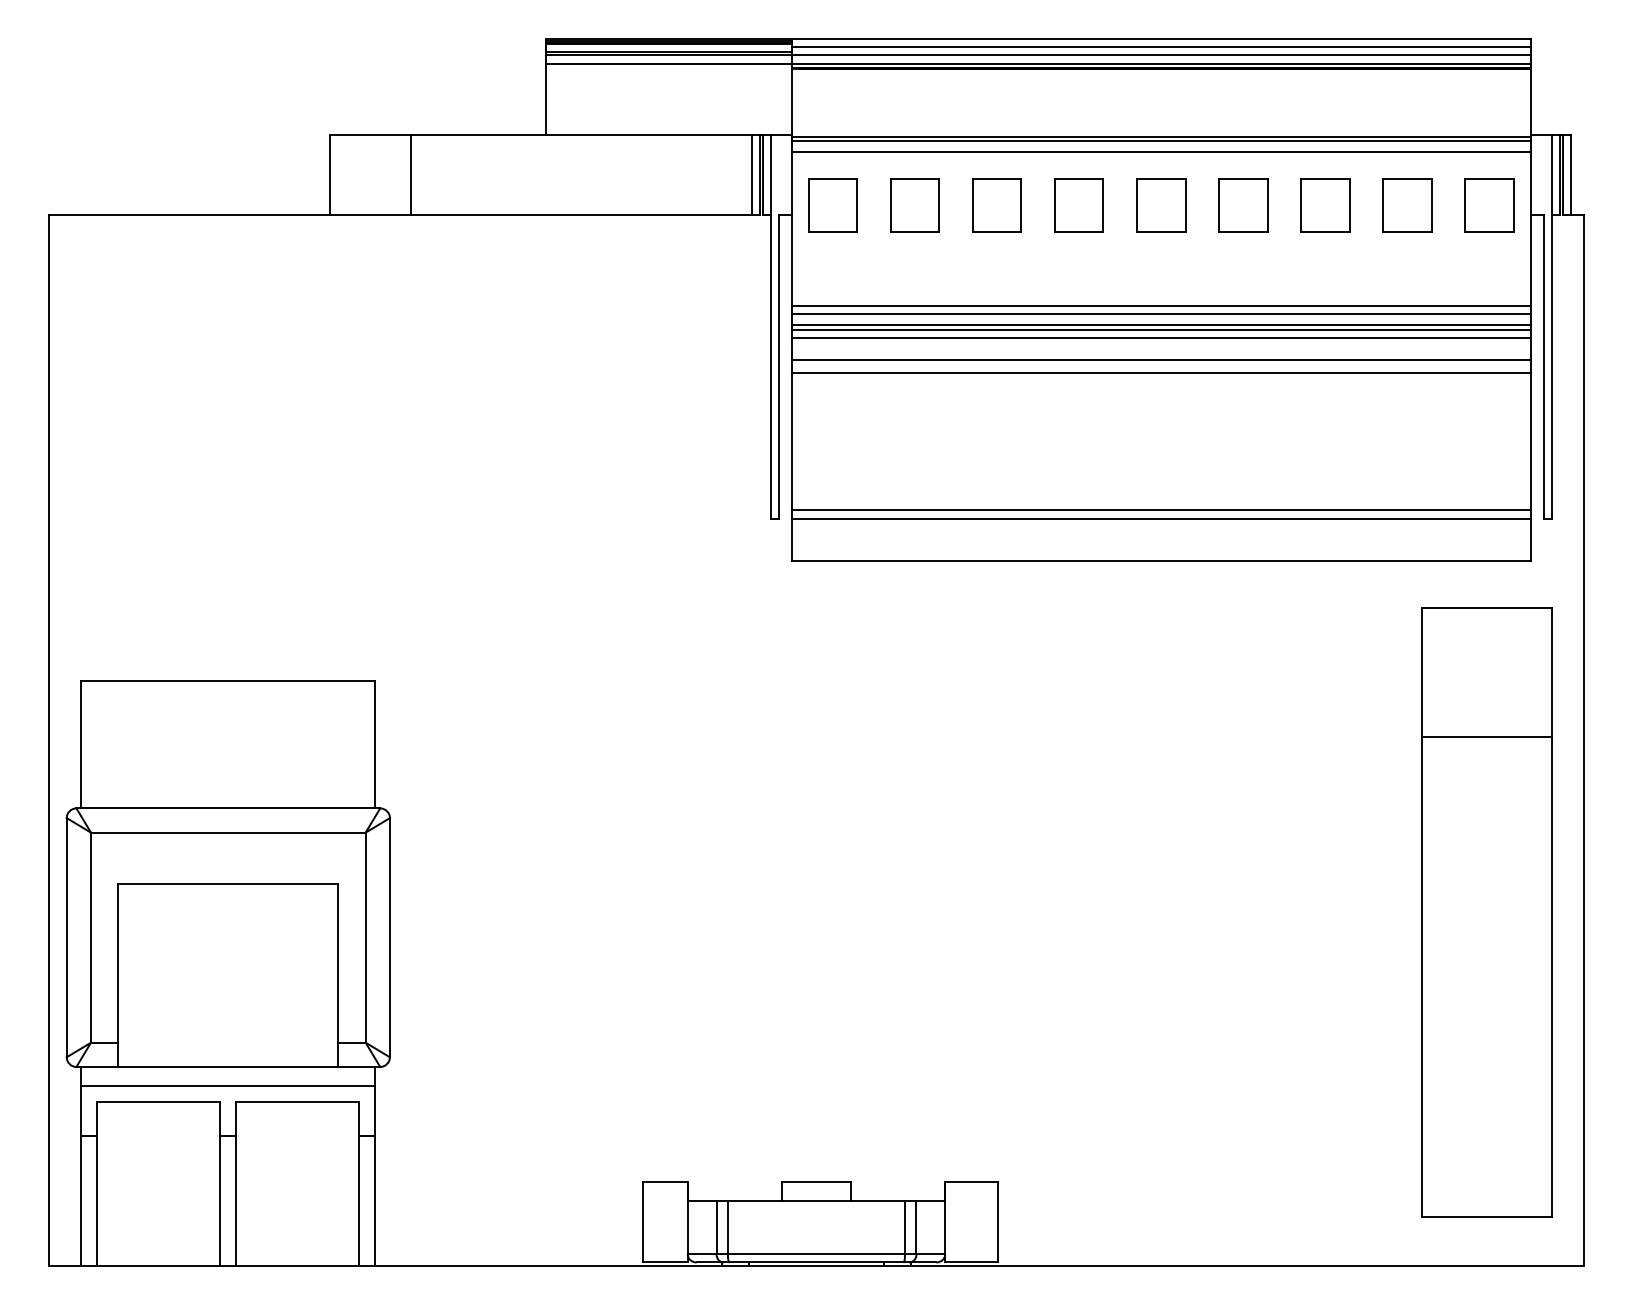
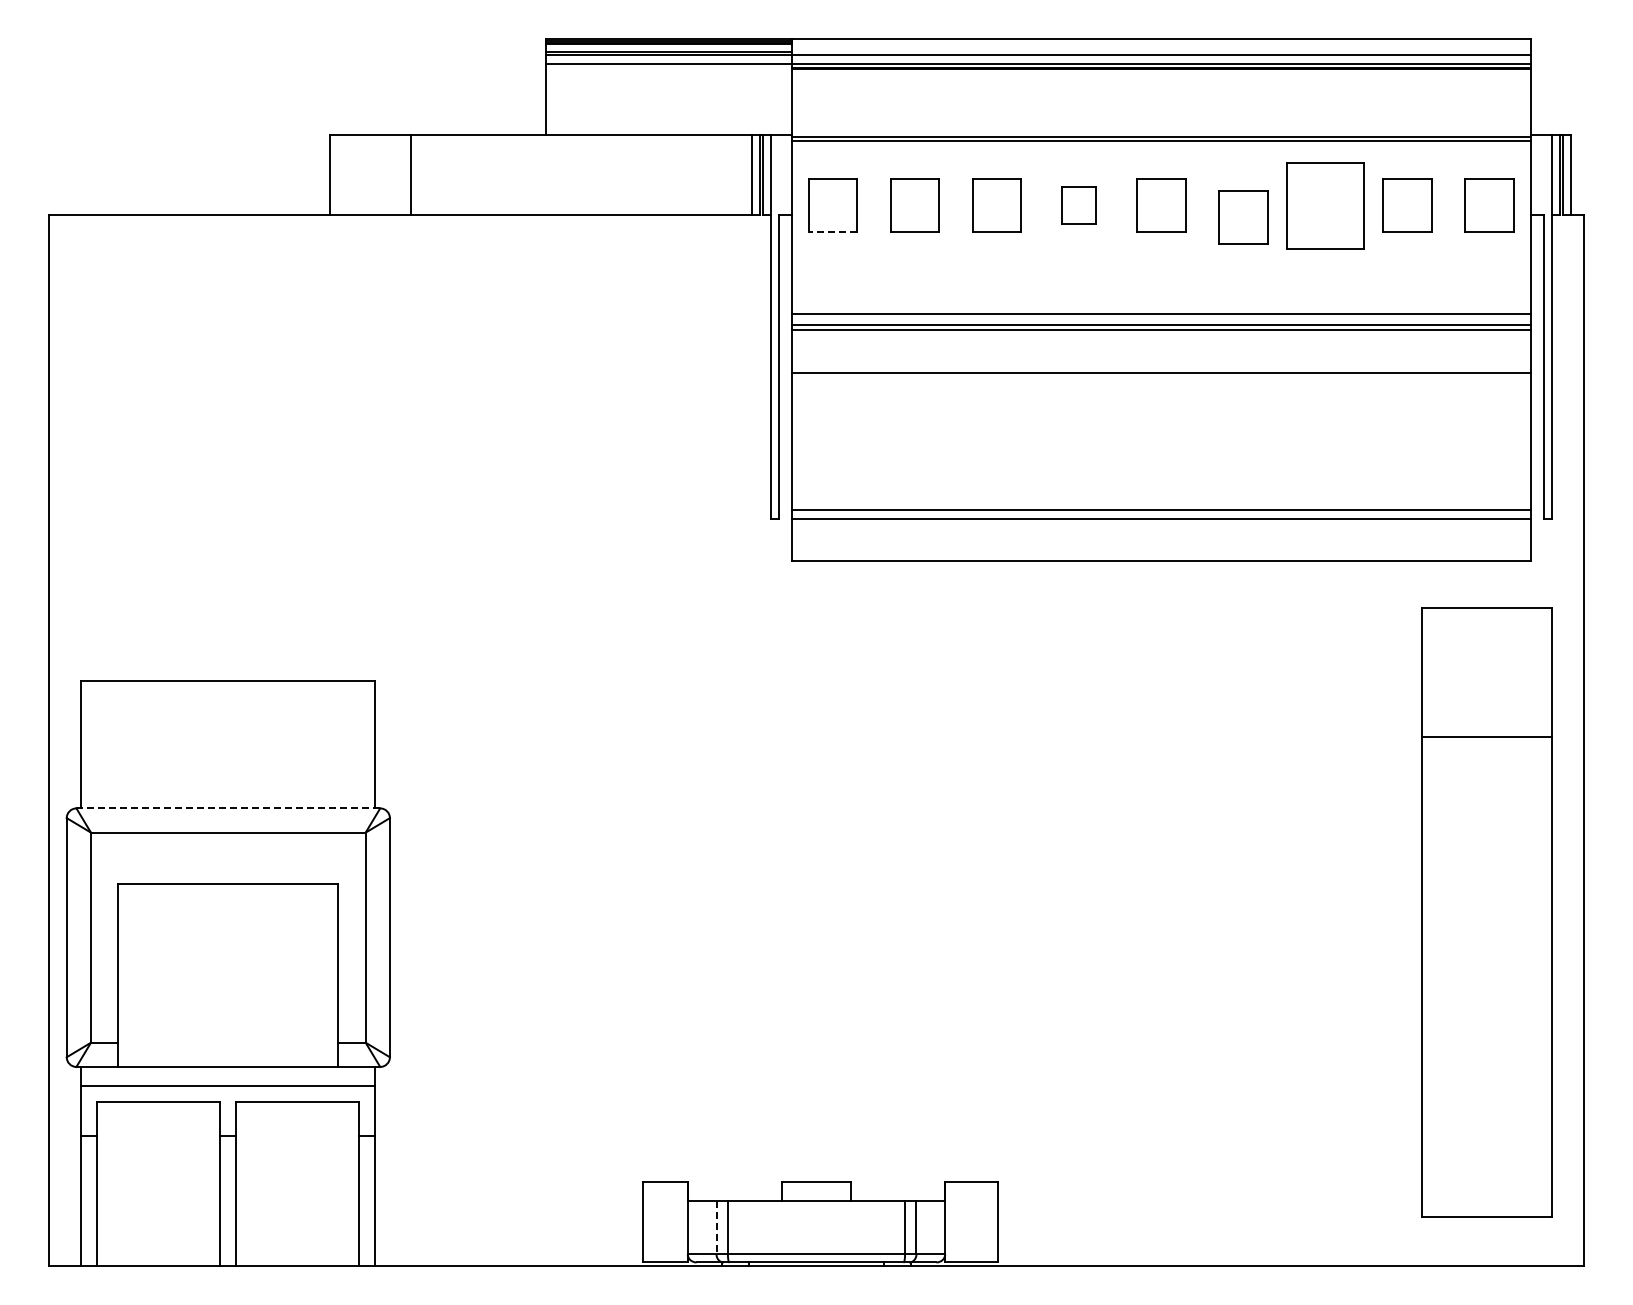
line at (1160, 47): present -> none
line at (1160, 152): present -> none
part at (1078, 205) size: 50x55 px -> 36x39 px
part at (1243, 205) position: (1243, 205) -> (1243, 217)
part at (1325, 205) size: 51x55 px -> 79x88 px
line at (832, 232): solid -> dashed
line at (1160, 305): present -> none
line at (1160, 337): present -> none
line at (1160, 360): present -> none
line at (228, 808): solid -> dashed
line at (716, 1227): solid -> dashed
